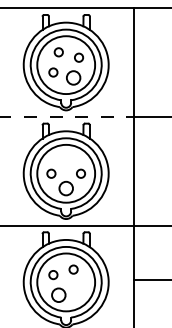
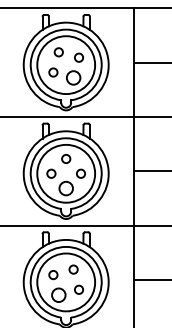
line at (150, 62): none -> present
line at (67, 117): dashed -> solid
circle at (66, 158): none -> present
line at (150, 171): none -> present
circle at (79, 289): none -> present
